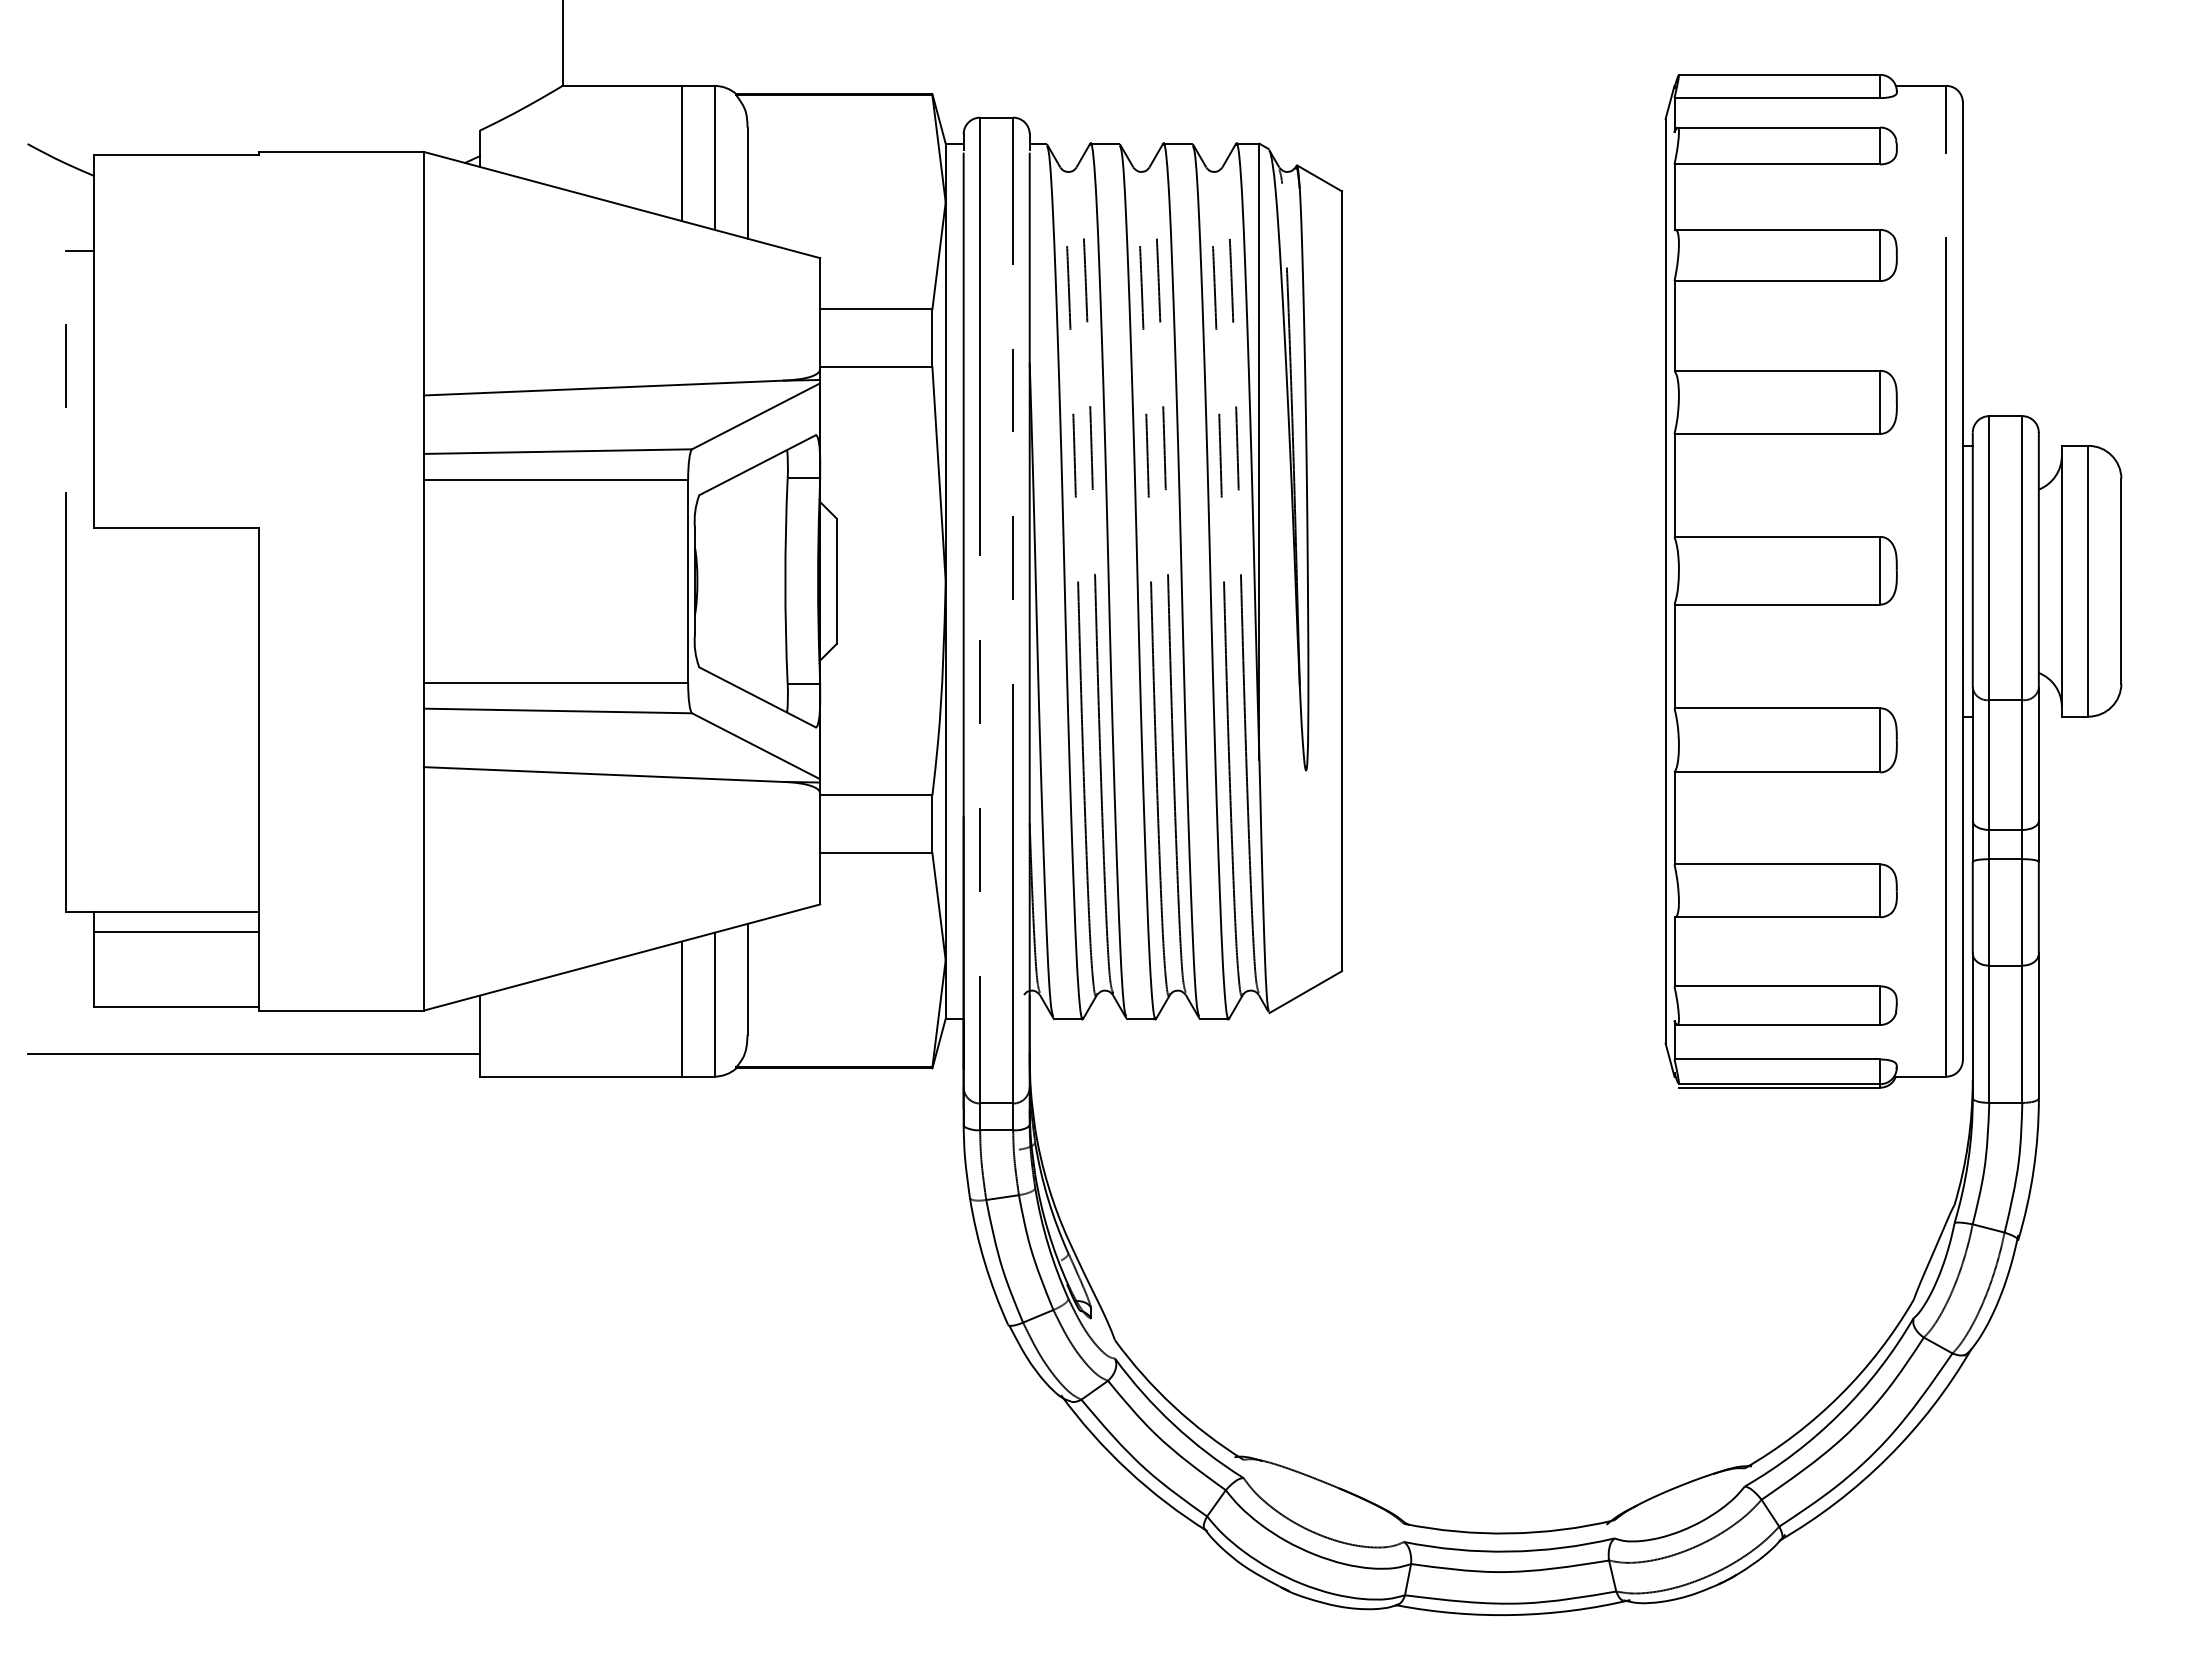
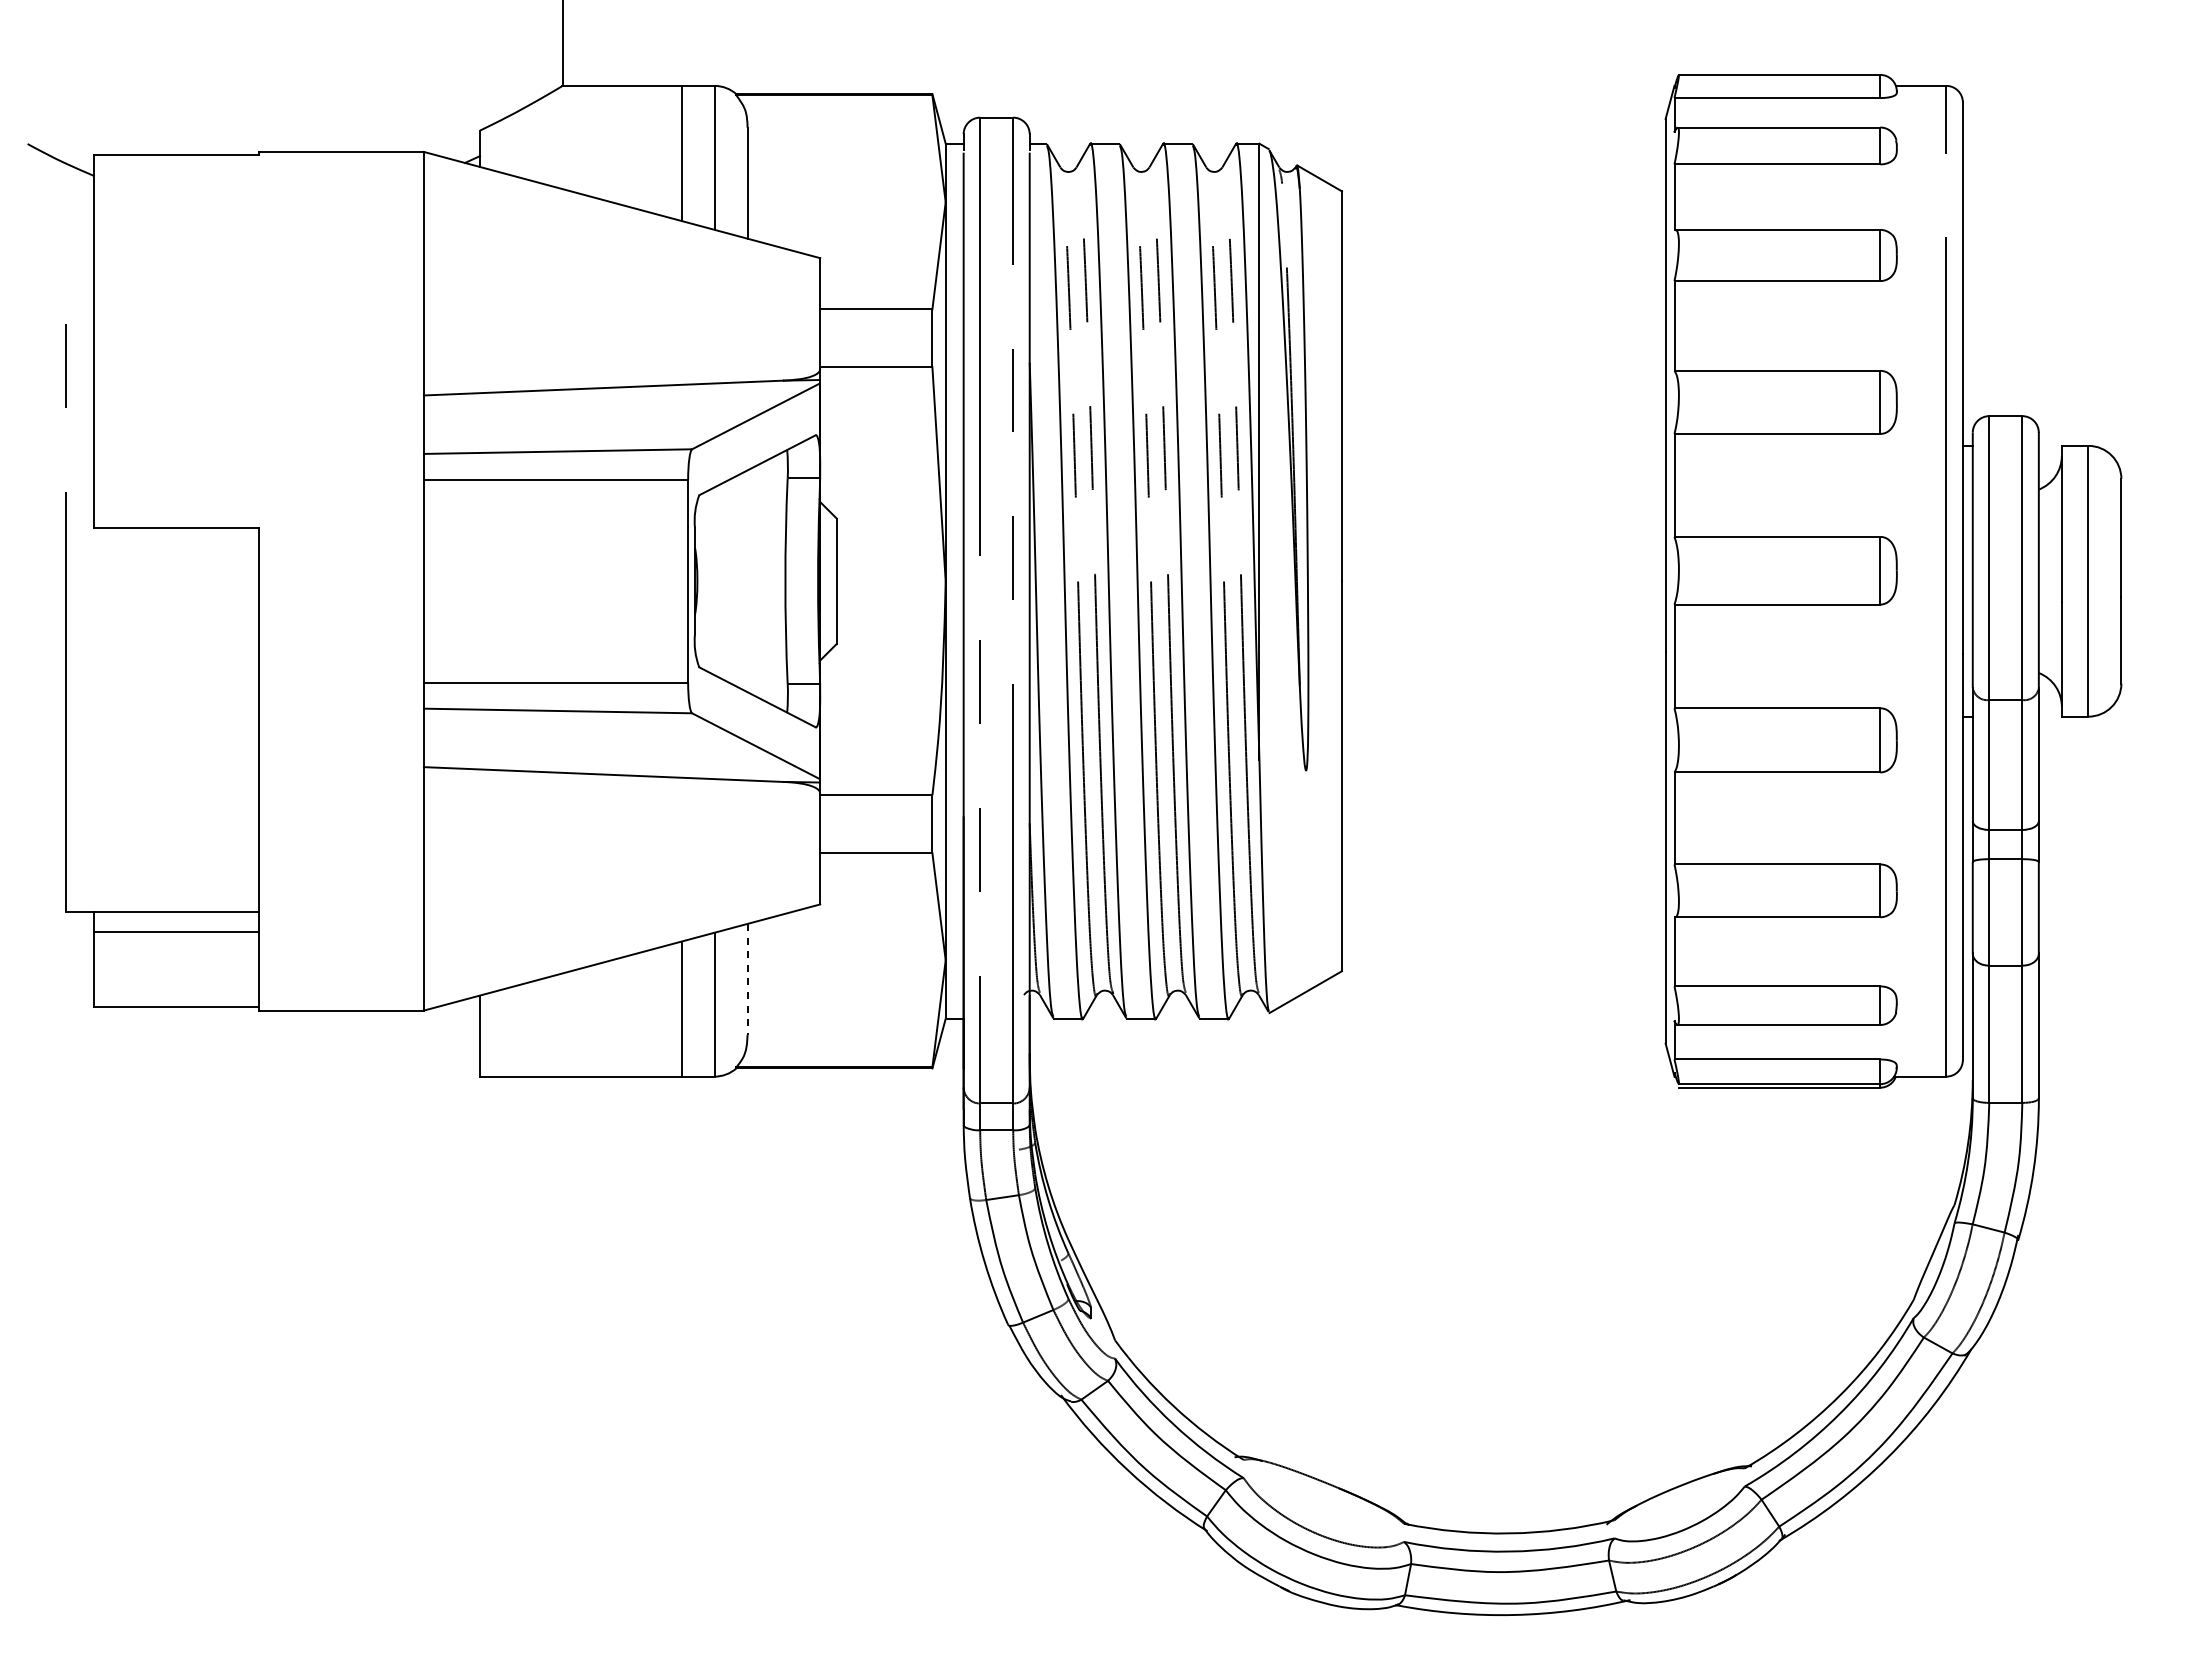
line at (79, 251): present -> none
line at (747, 979): solid -> dashed
line at (253, 1053): present -> none
